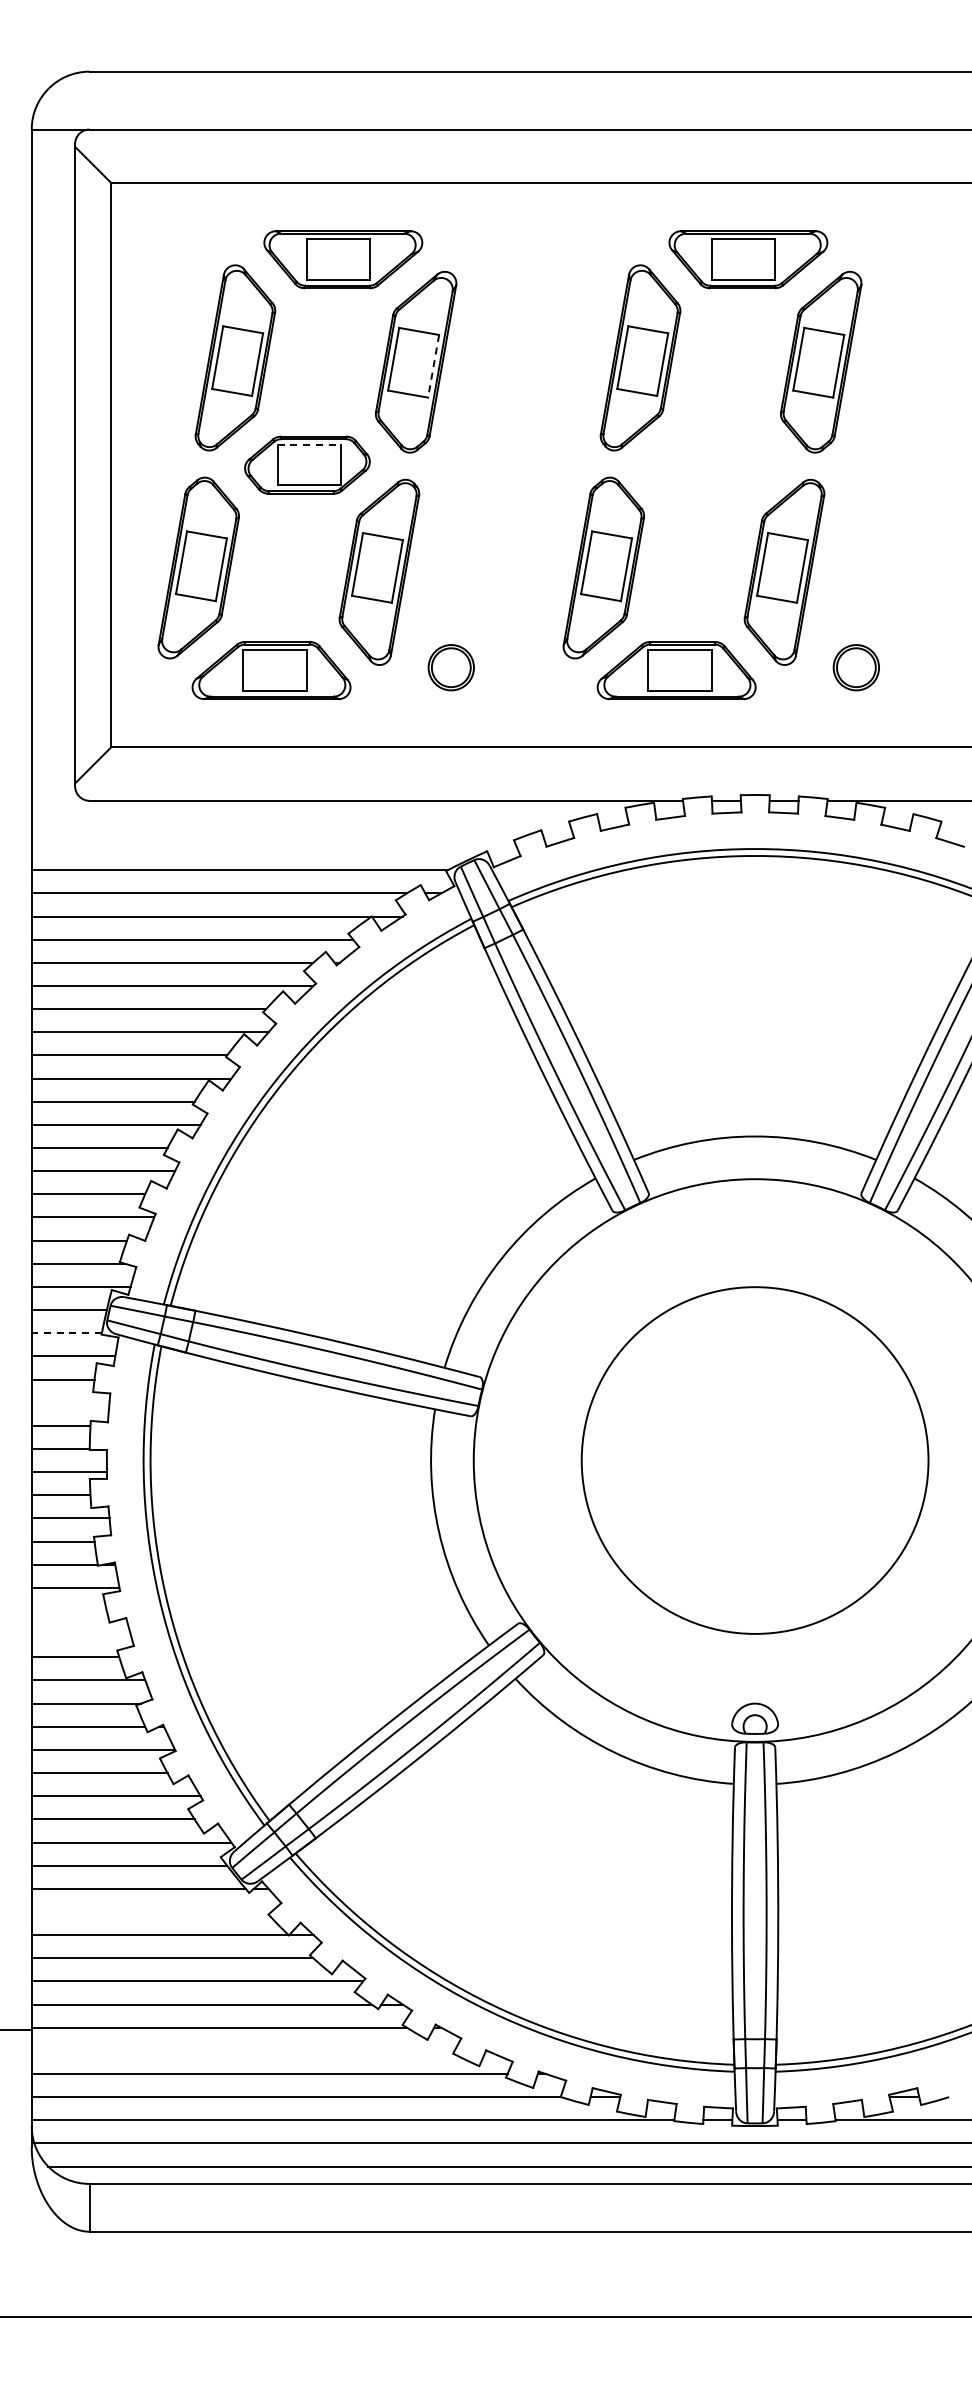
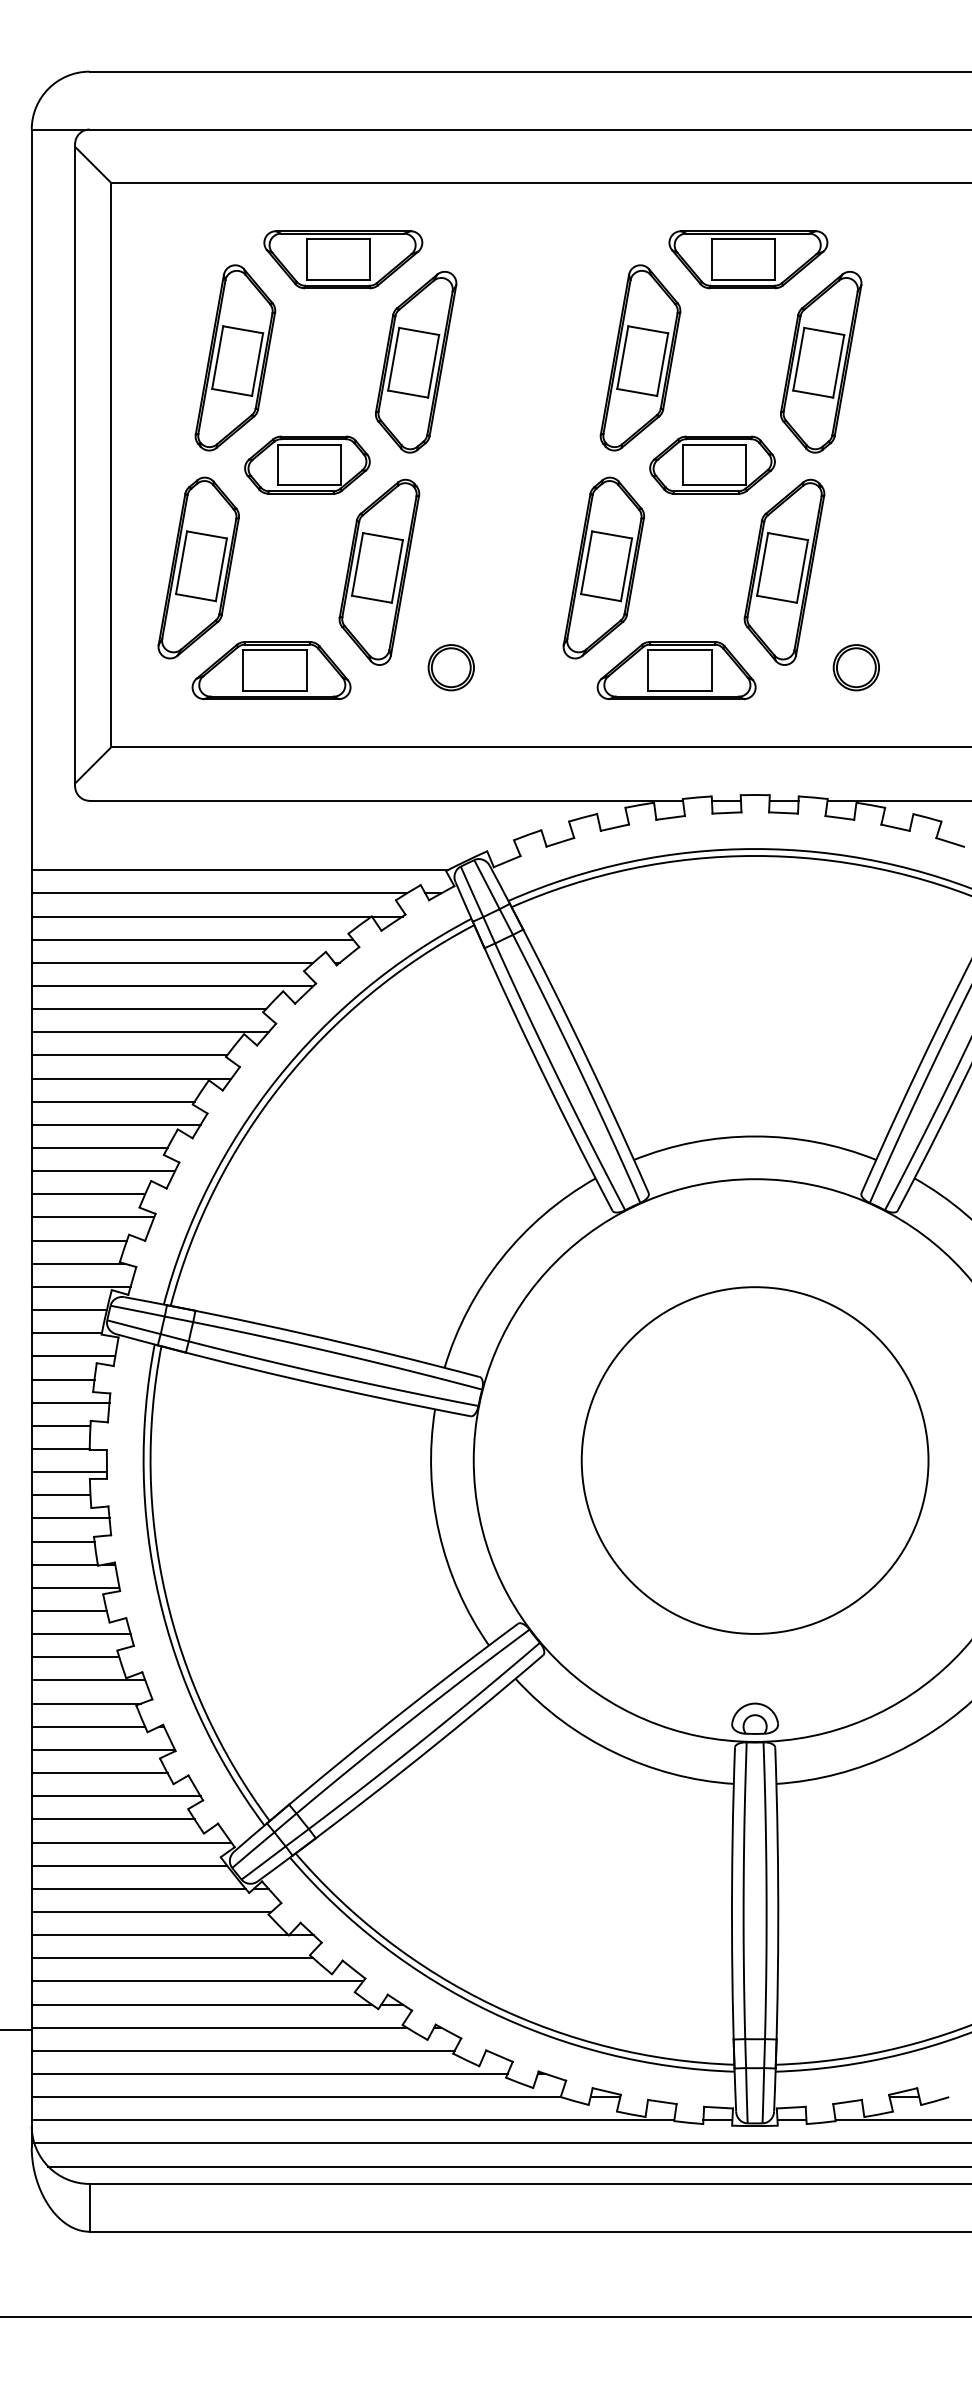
line at (433, 366): dashed -> solid
line at (309, 444): dashed -> solid
part at (712, 464): none -> present
line at (66, 1333): dashed -> solid
line at (70, 1402): none -> present
line at (68, 1611): none -> present
line at (80, 1634): none -> present
line at (151, 1911): none -> present
line at (242, 2050): none -> present
